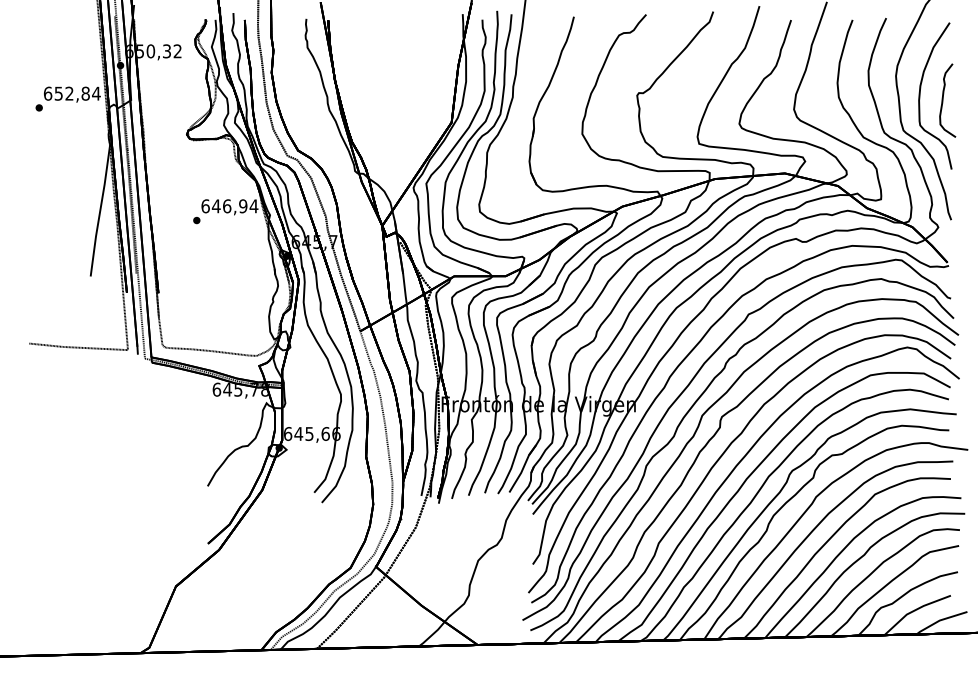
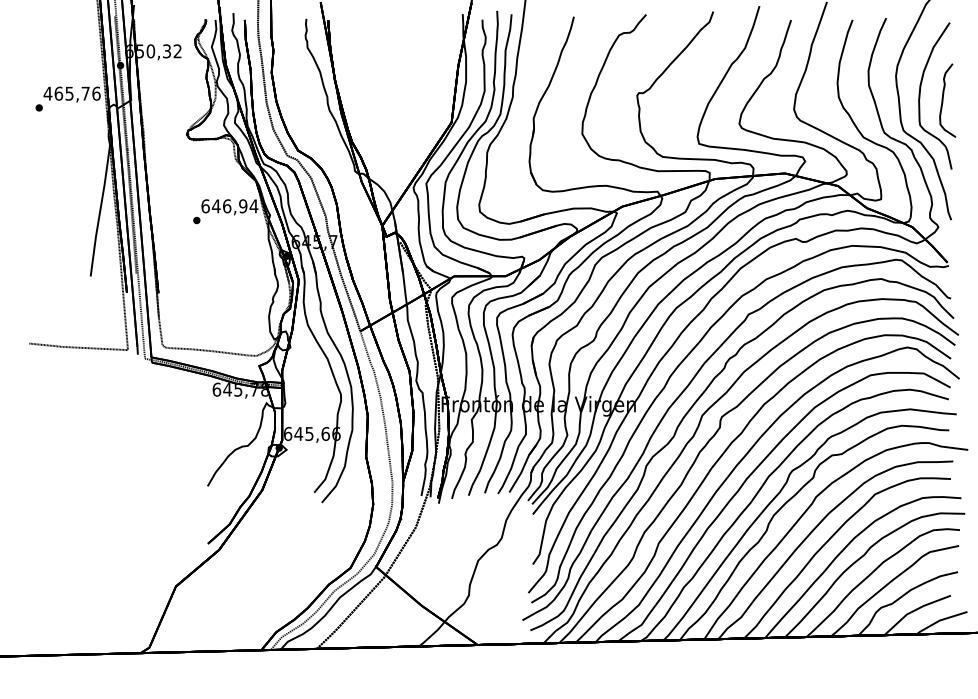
text at (71, 93): 652,84 -> 465,76
